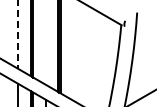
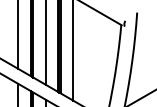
line at (18, 35): dashed -> solid
line at (45, 43): none -> present
line at (73, 51): none -> present
